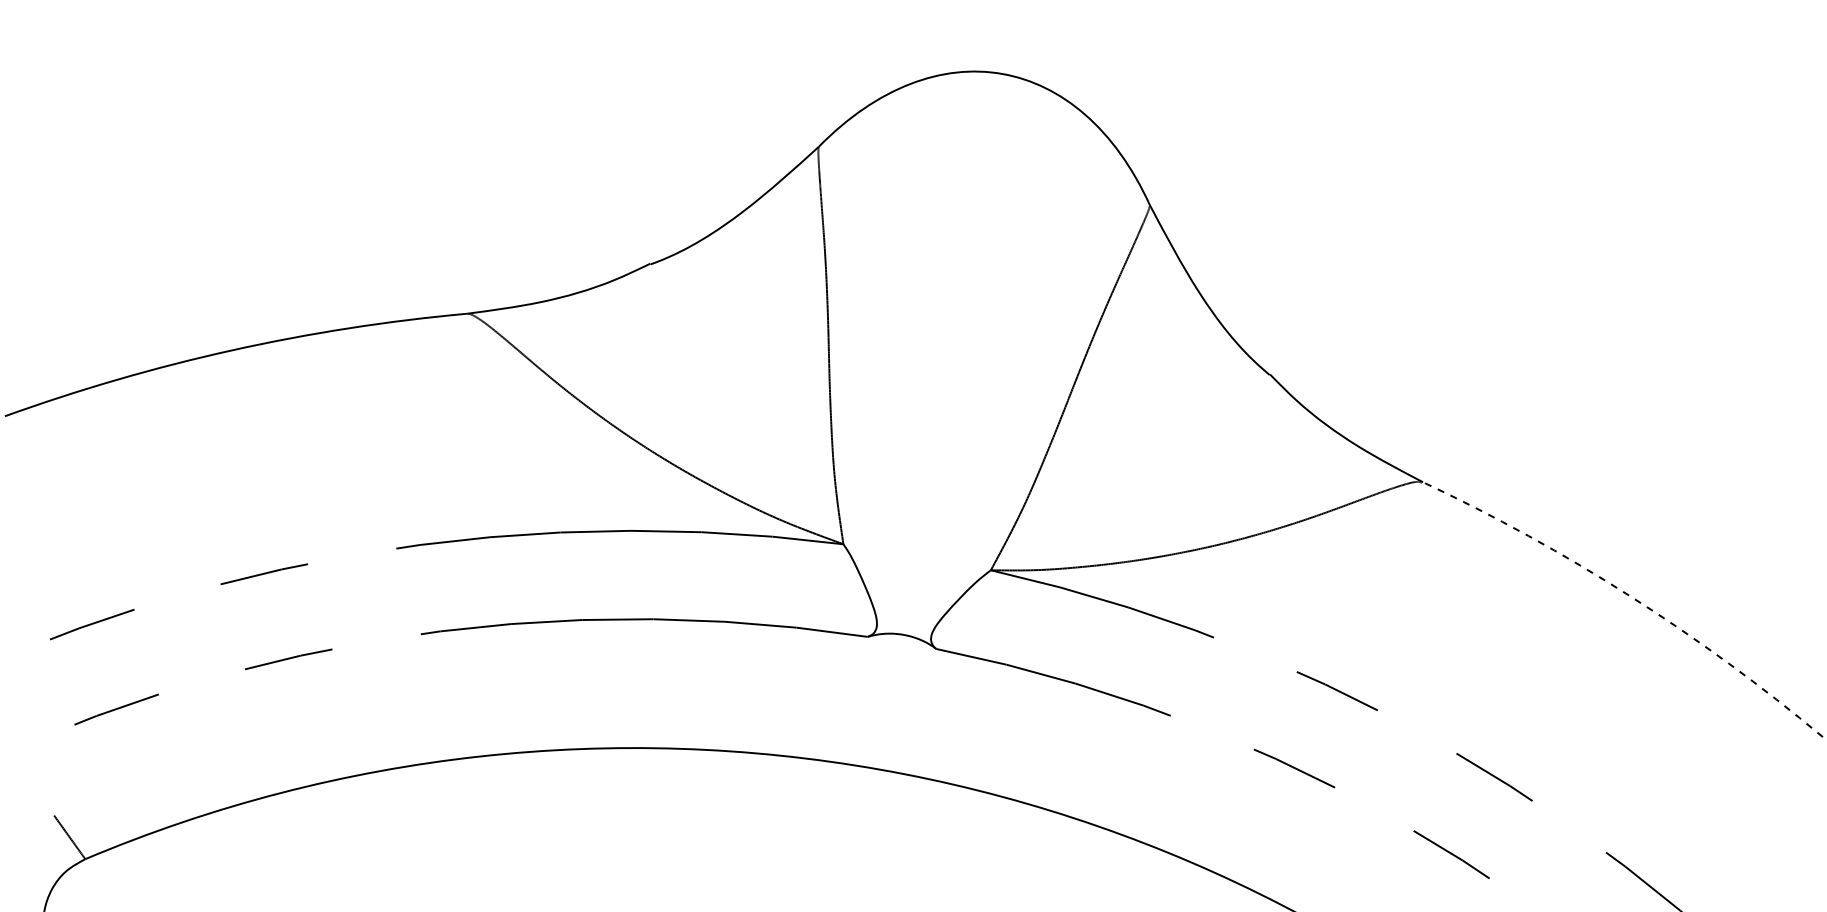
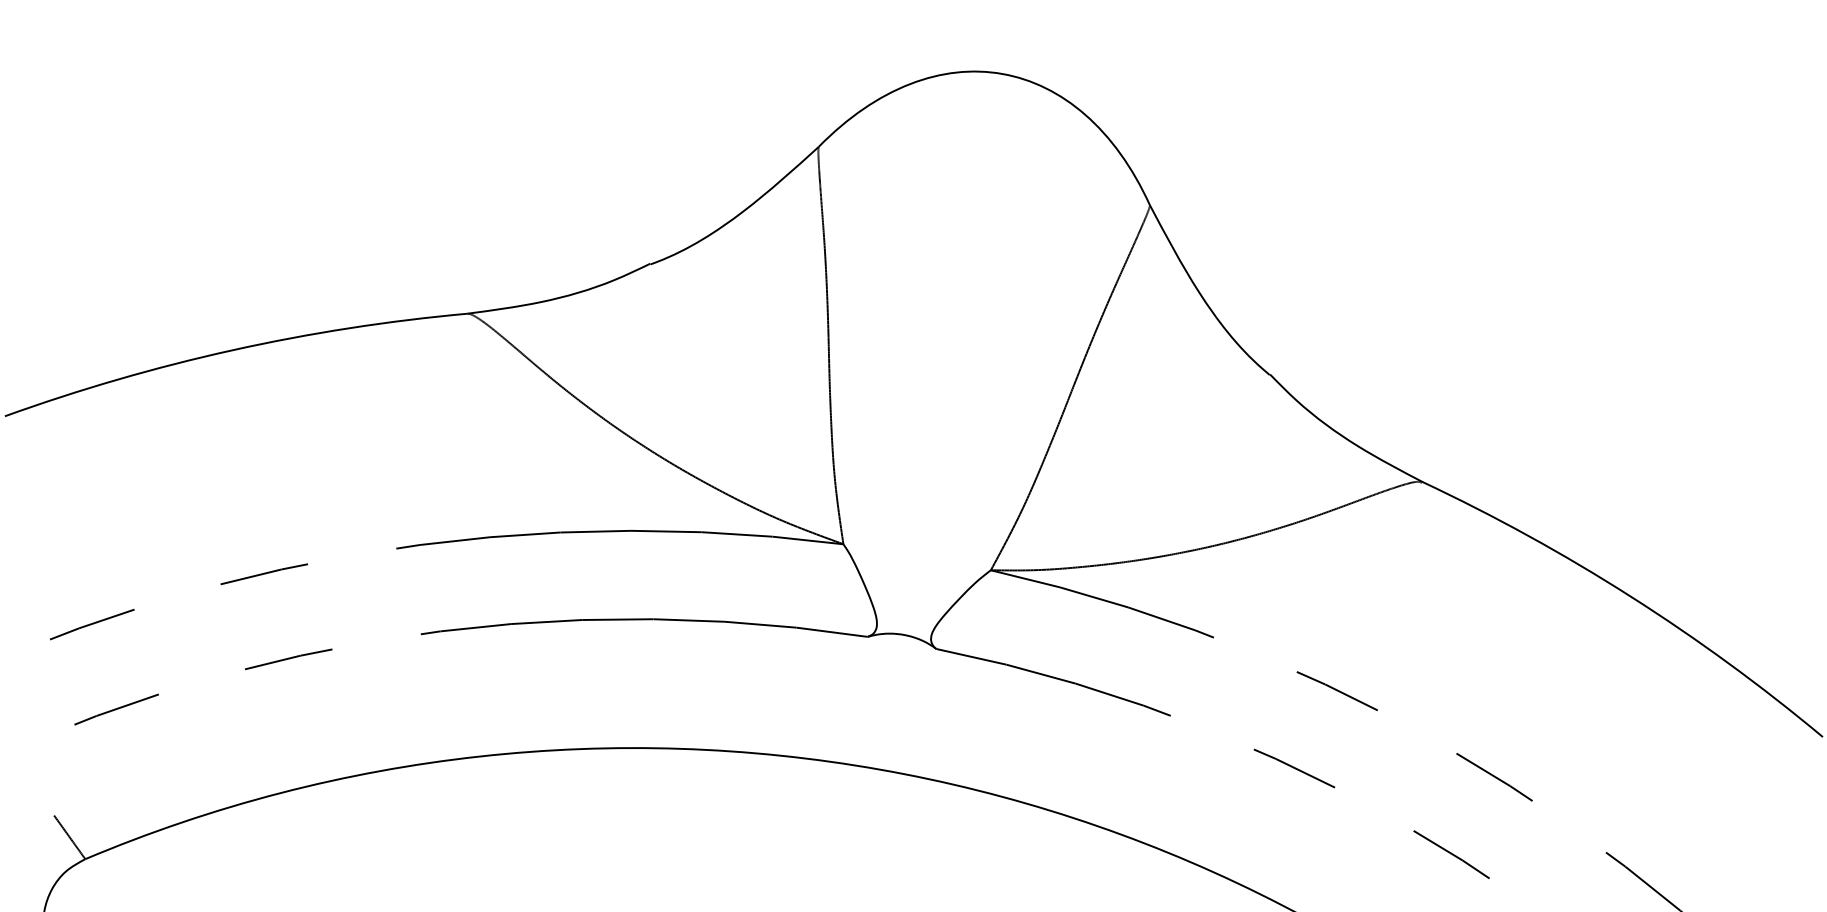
arc at (1630, 596): dashed -> solid
